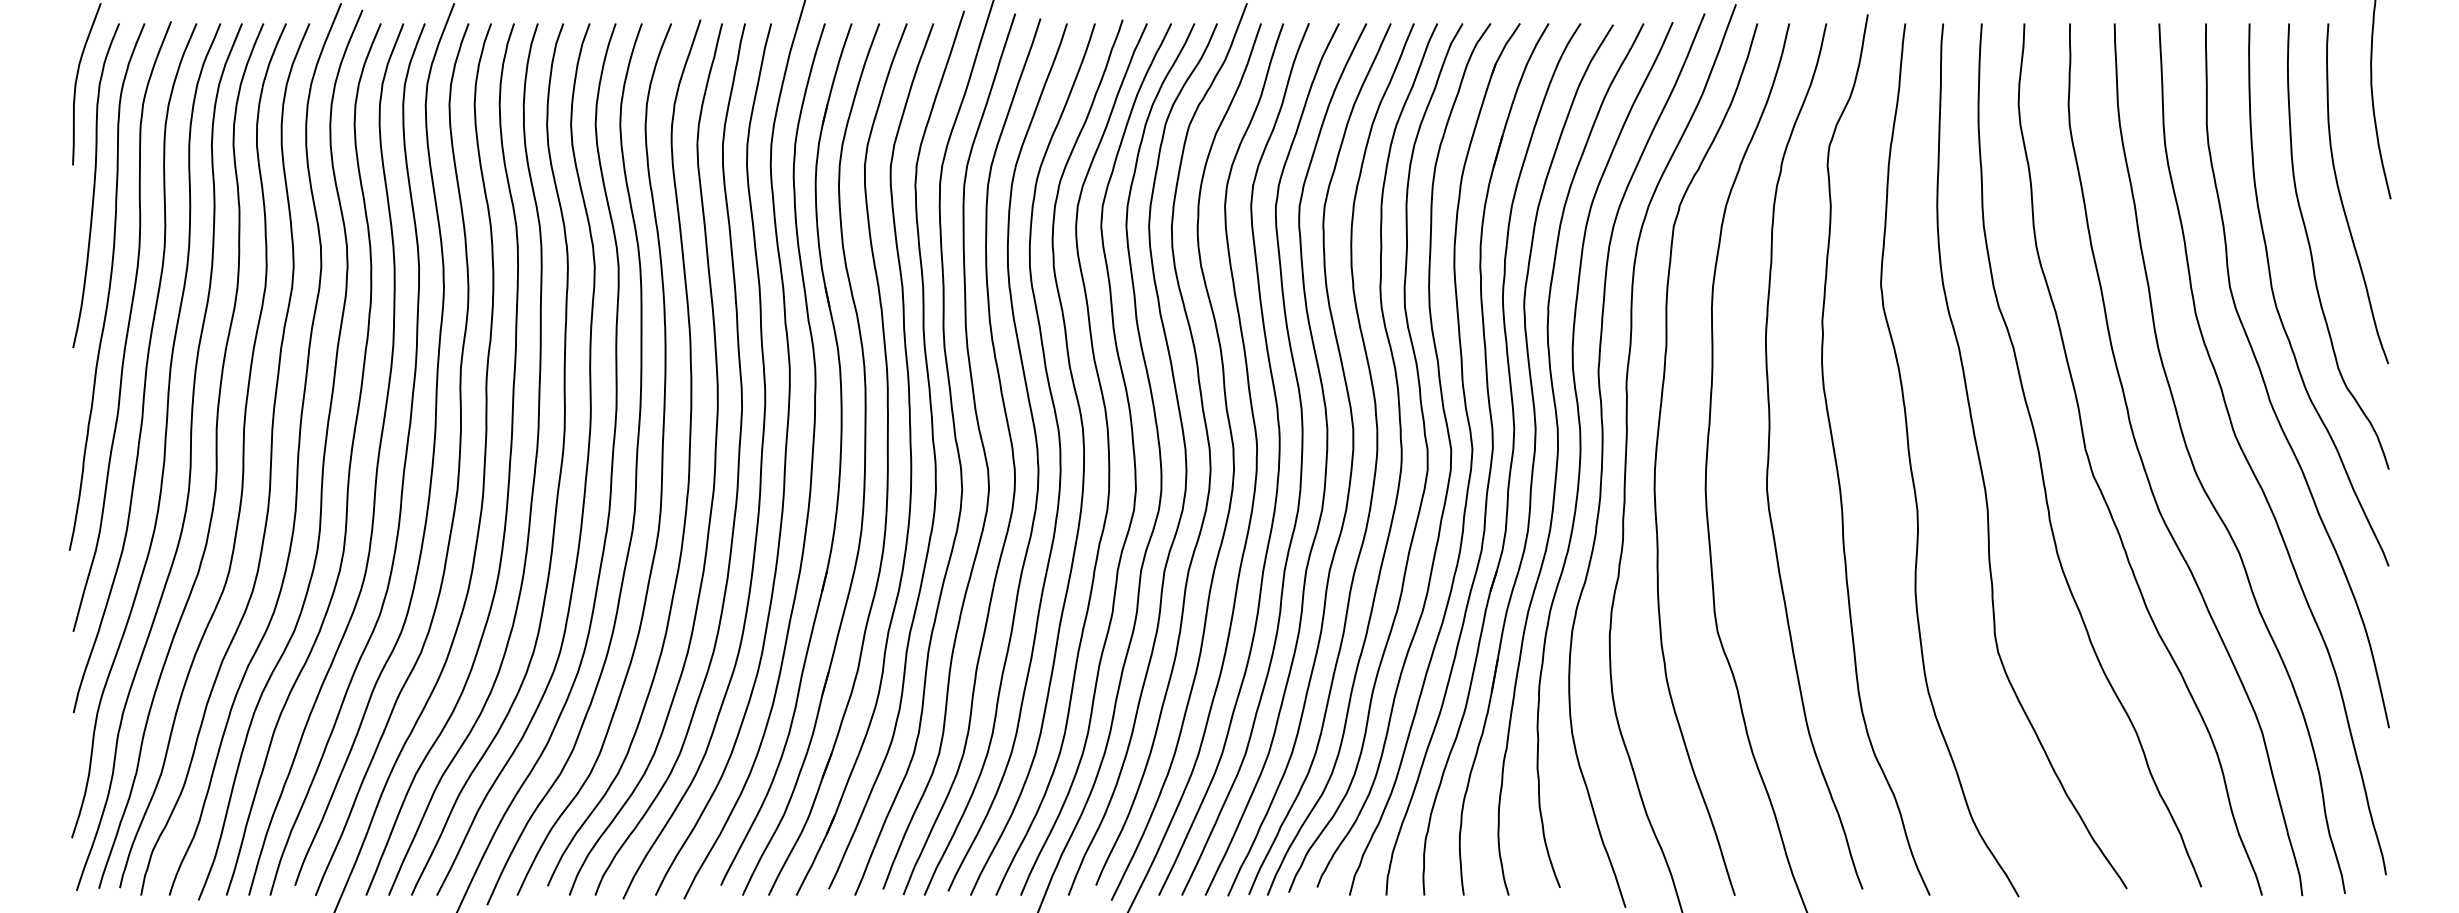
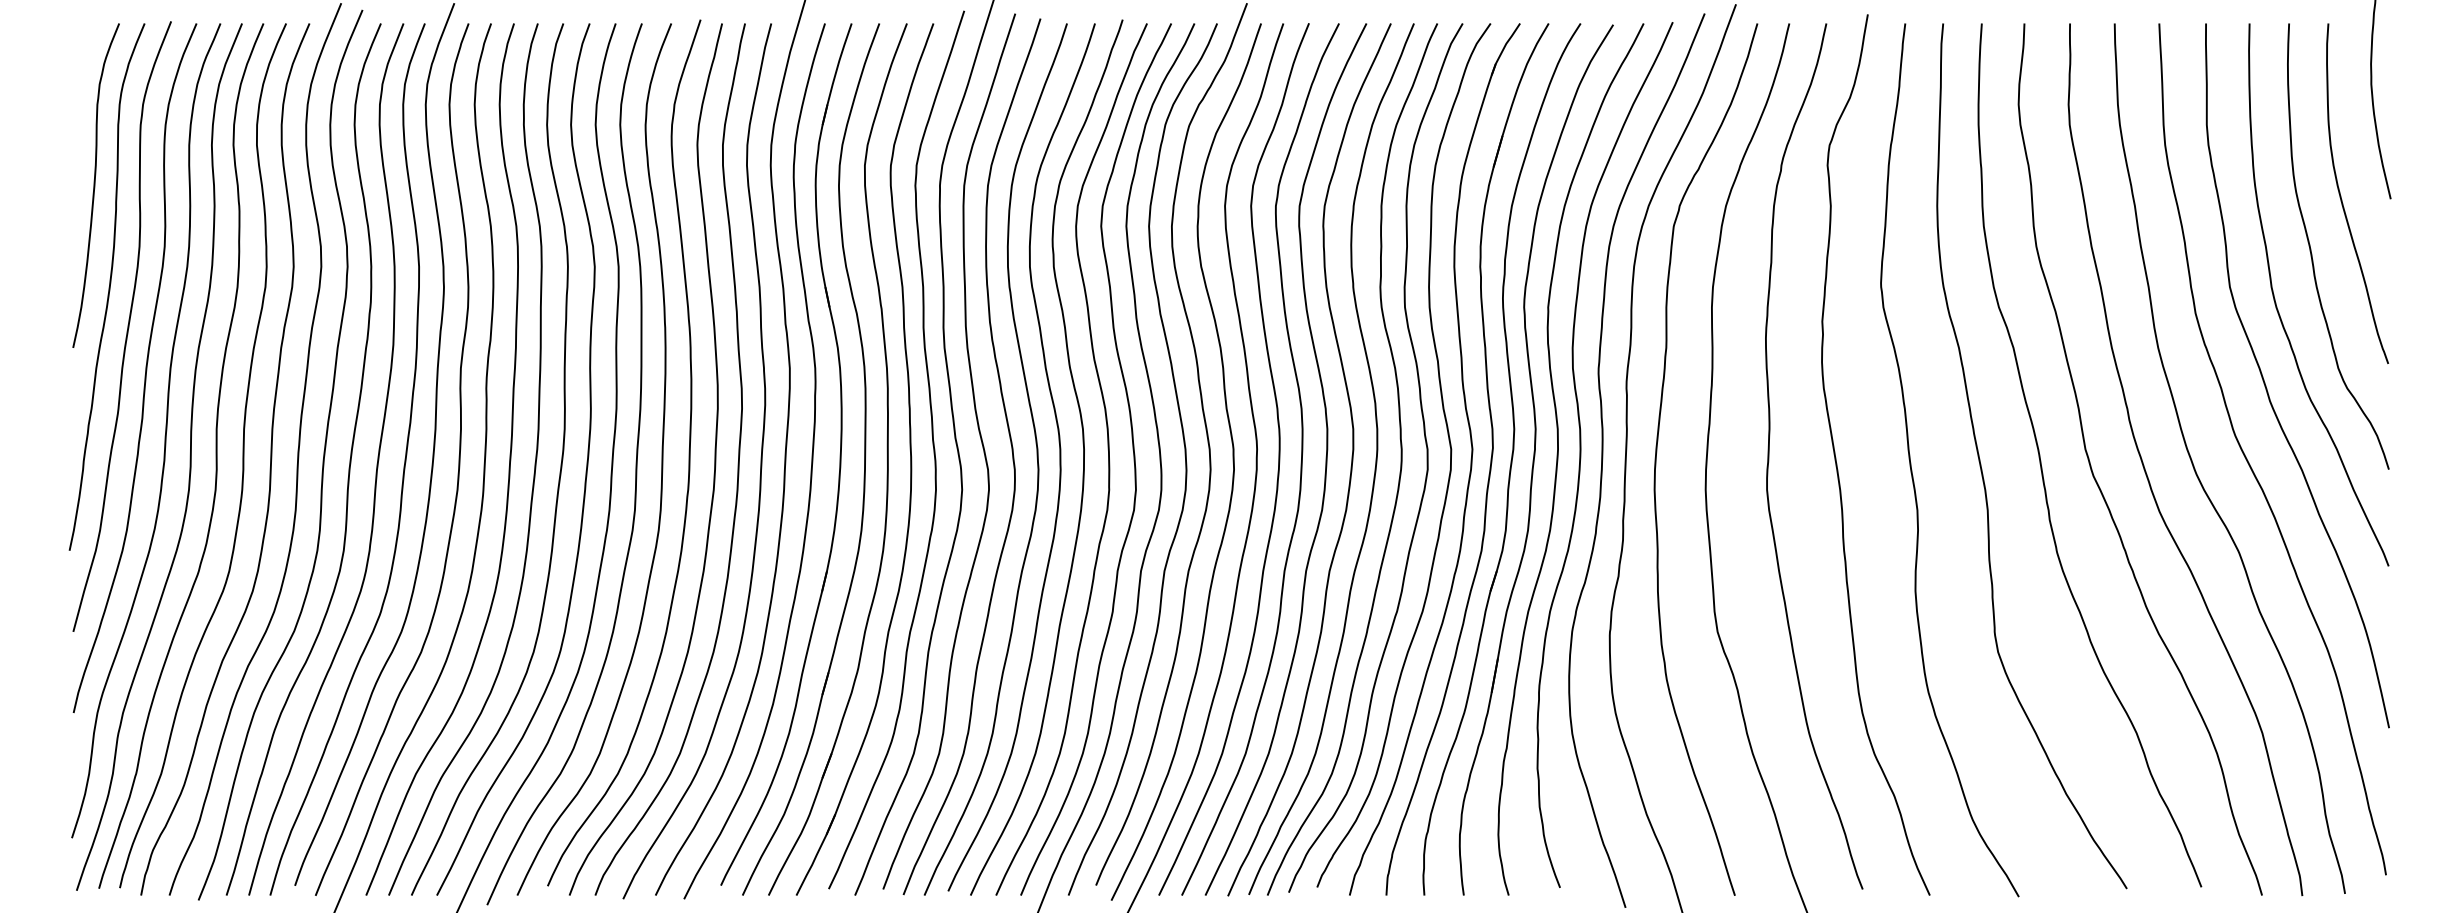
curve at (77, 80): present -> none
